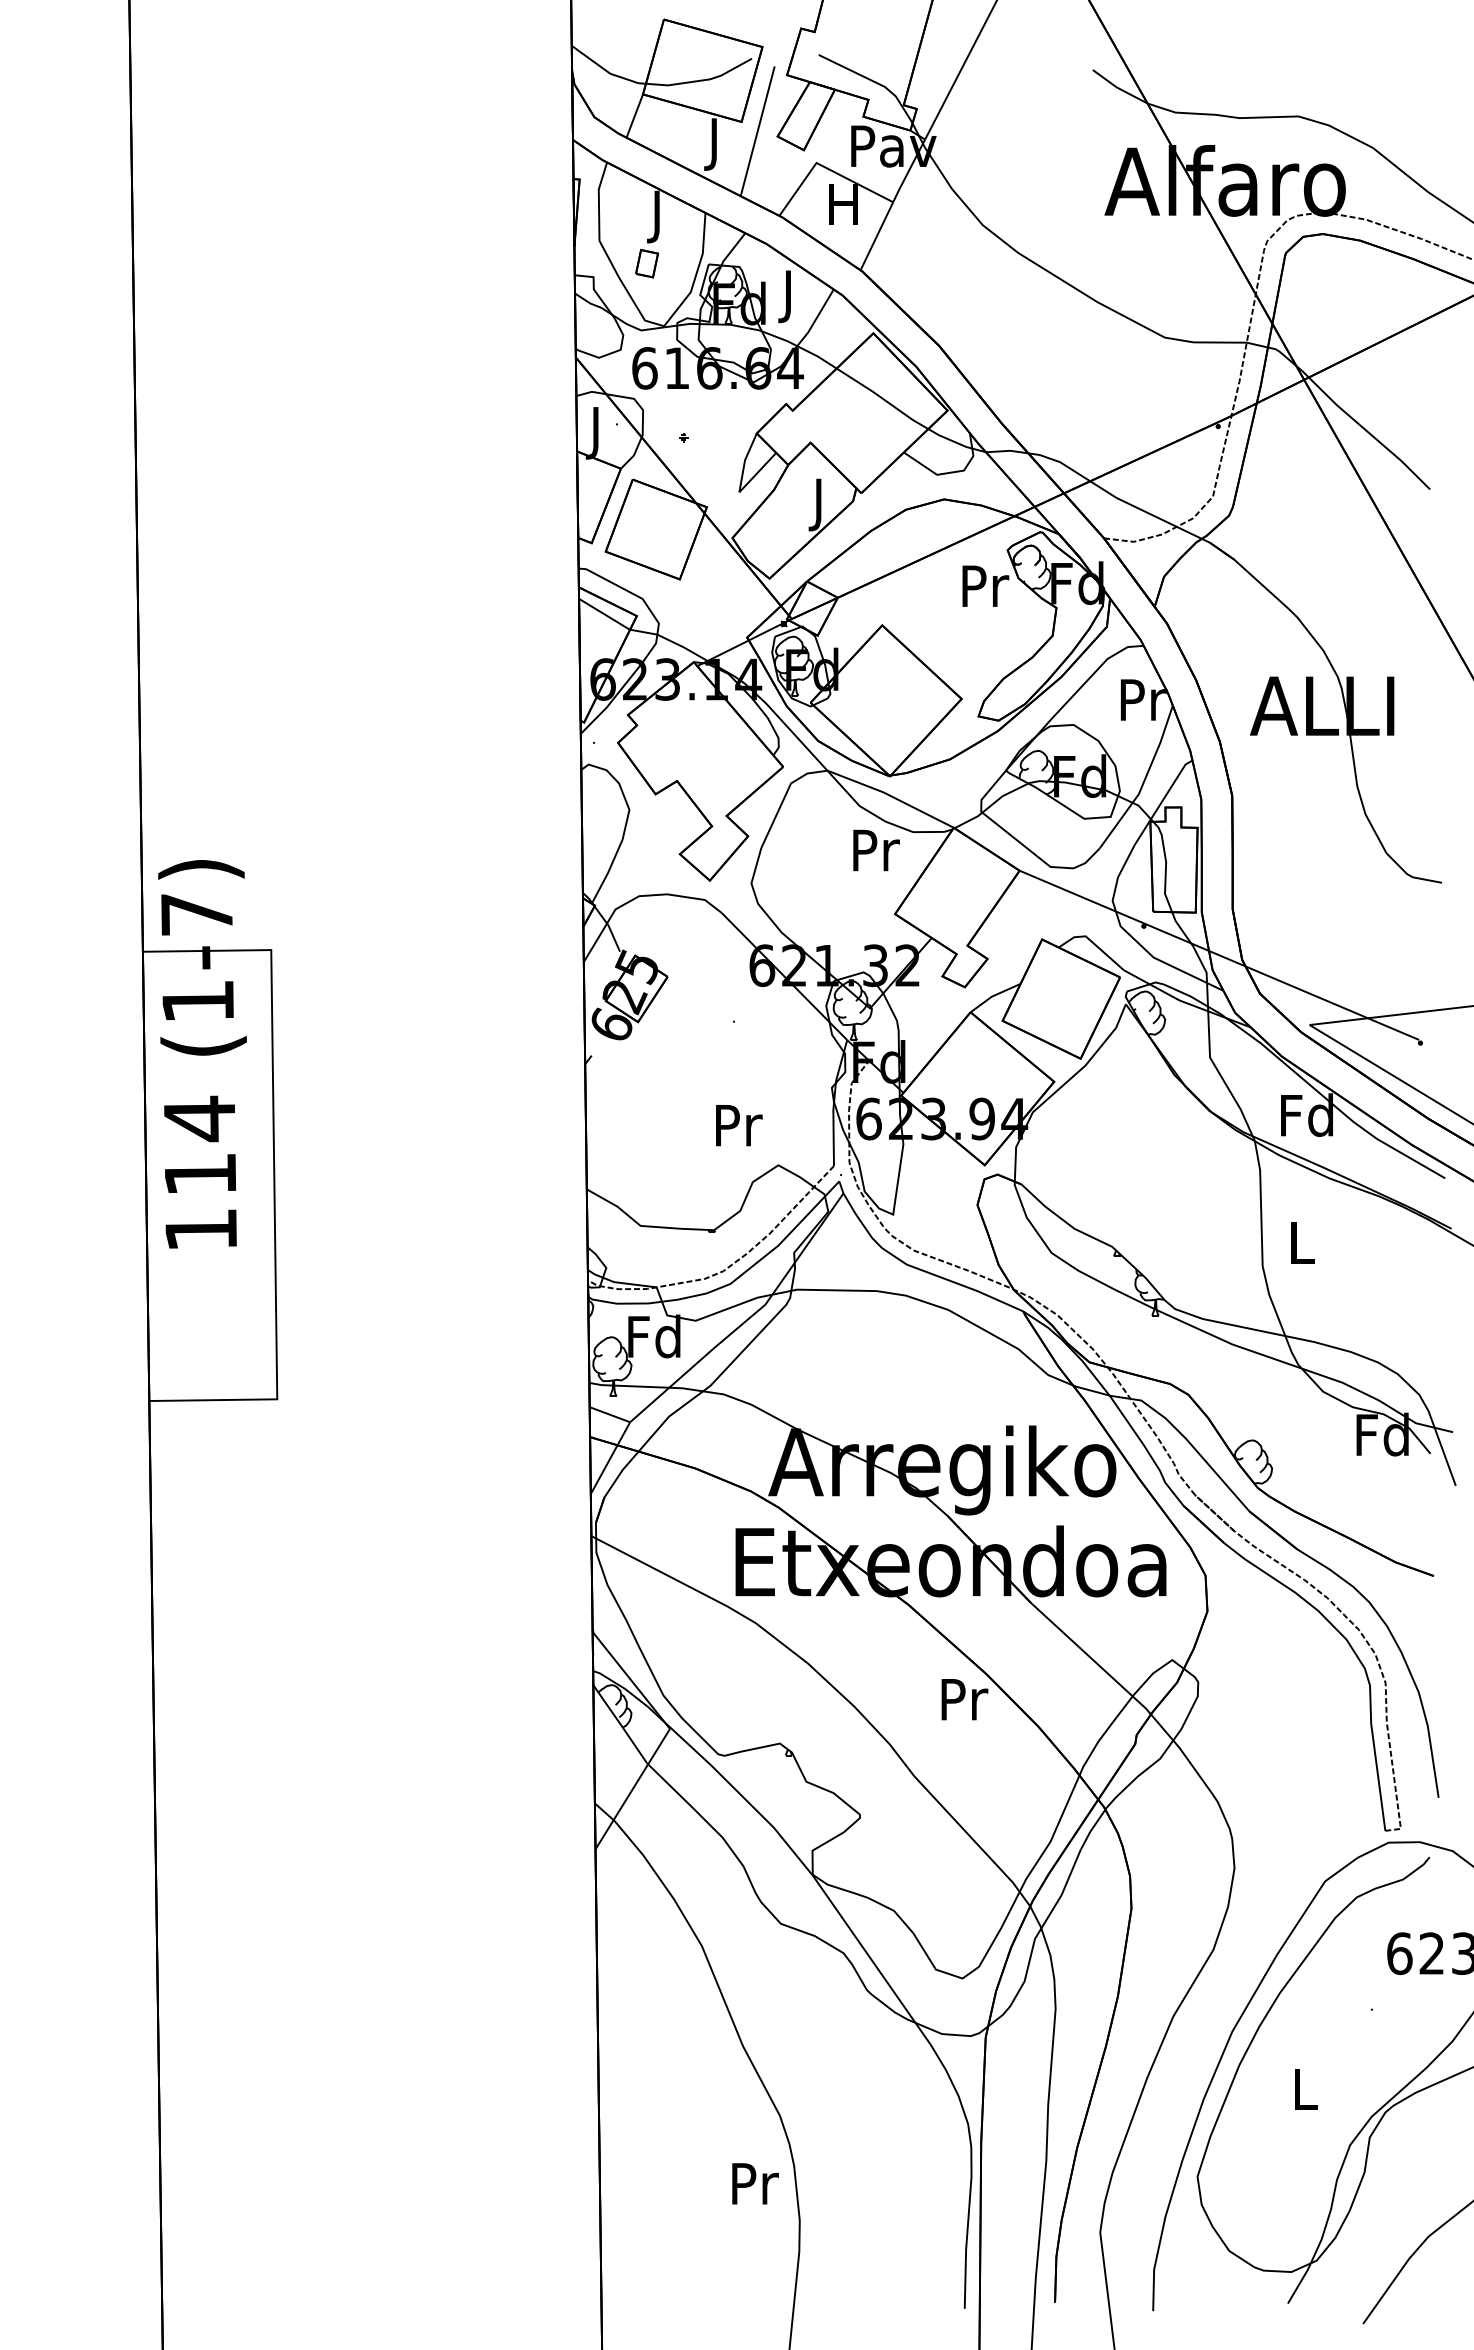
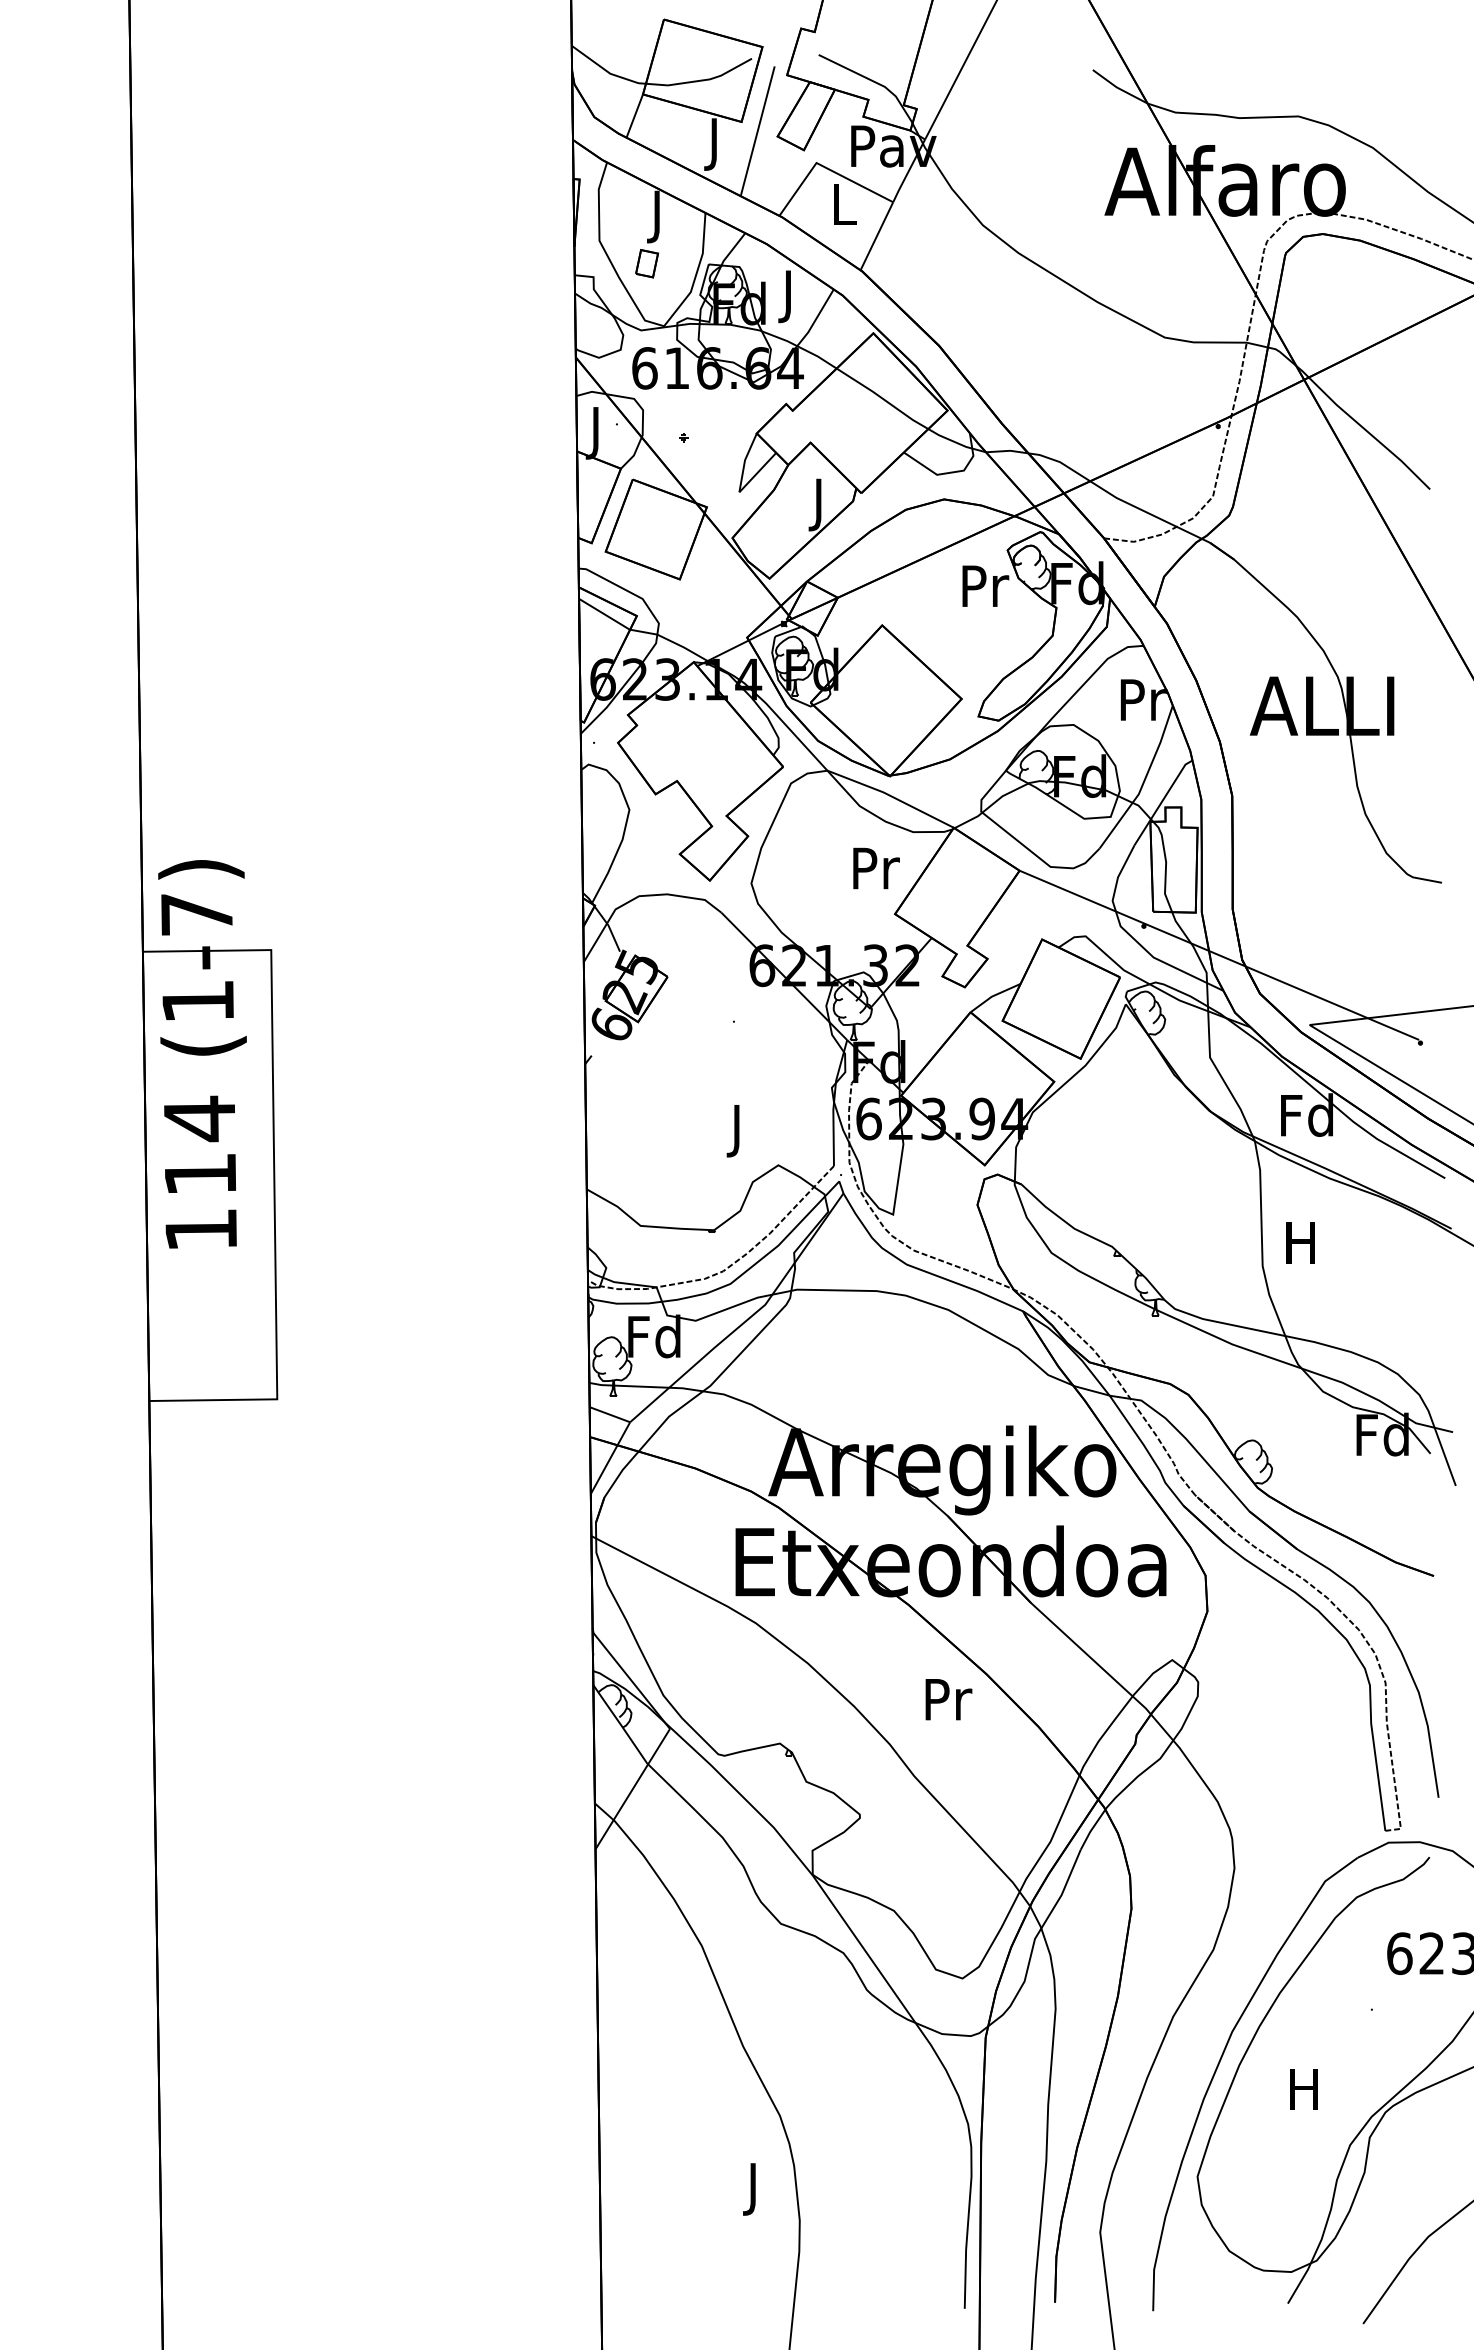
text at (843, 204): H -> L
text at (876, 850) position: (876, 850) -> (876, 868)
text at (739, 1131): Pr -> J
text at (1300, 1242): L -> H
text at (964, 1699) position: (964, 1699) -> (948, 1699)
text at (1303, 2089): L -> H
text at (755, 2189): Pr -> J
